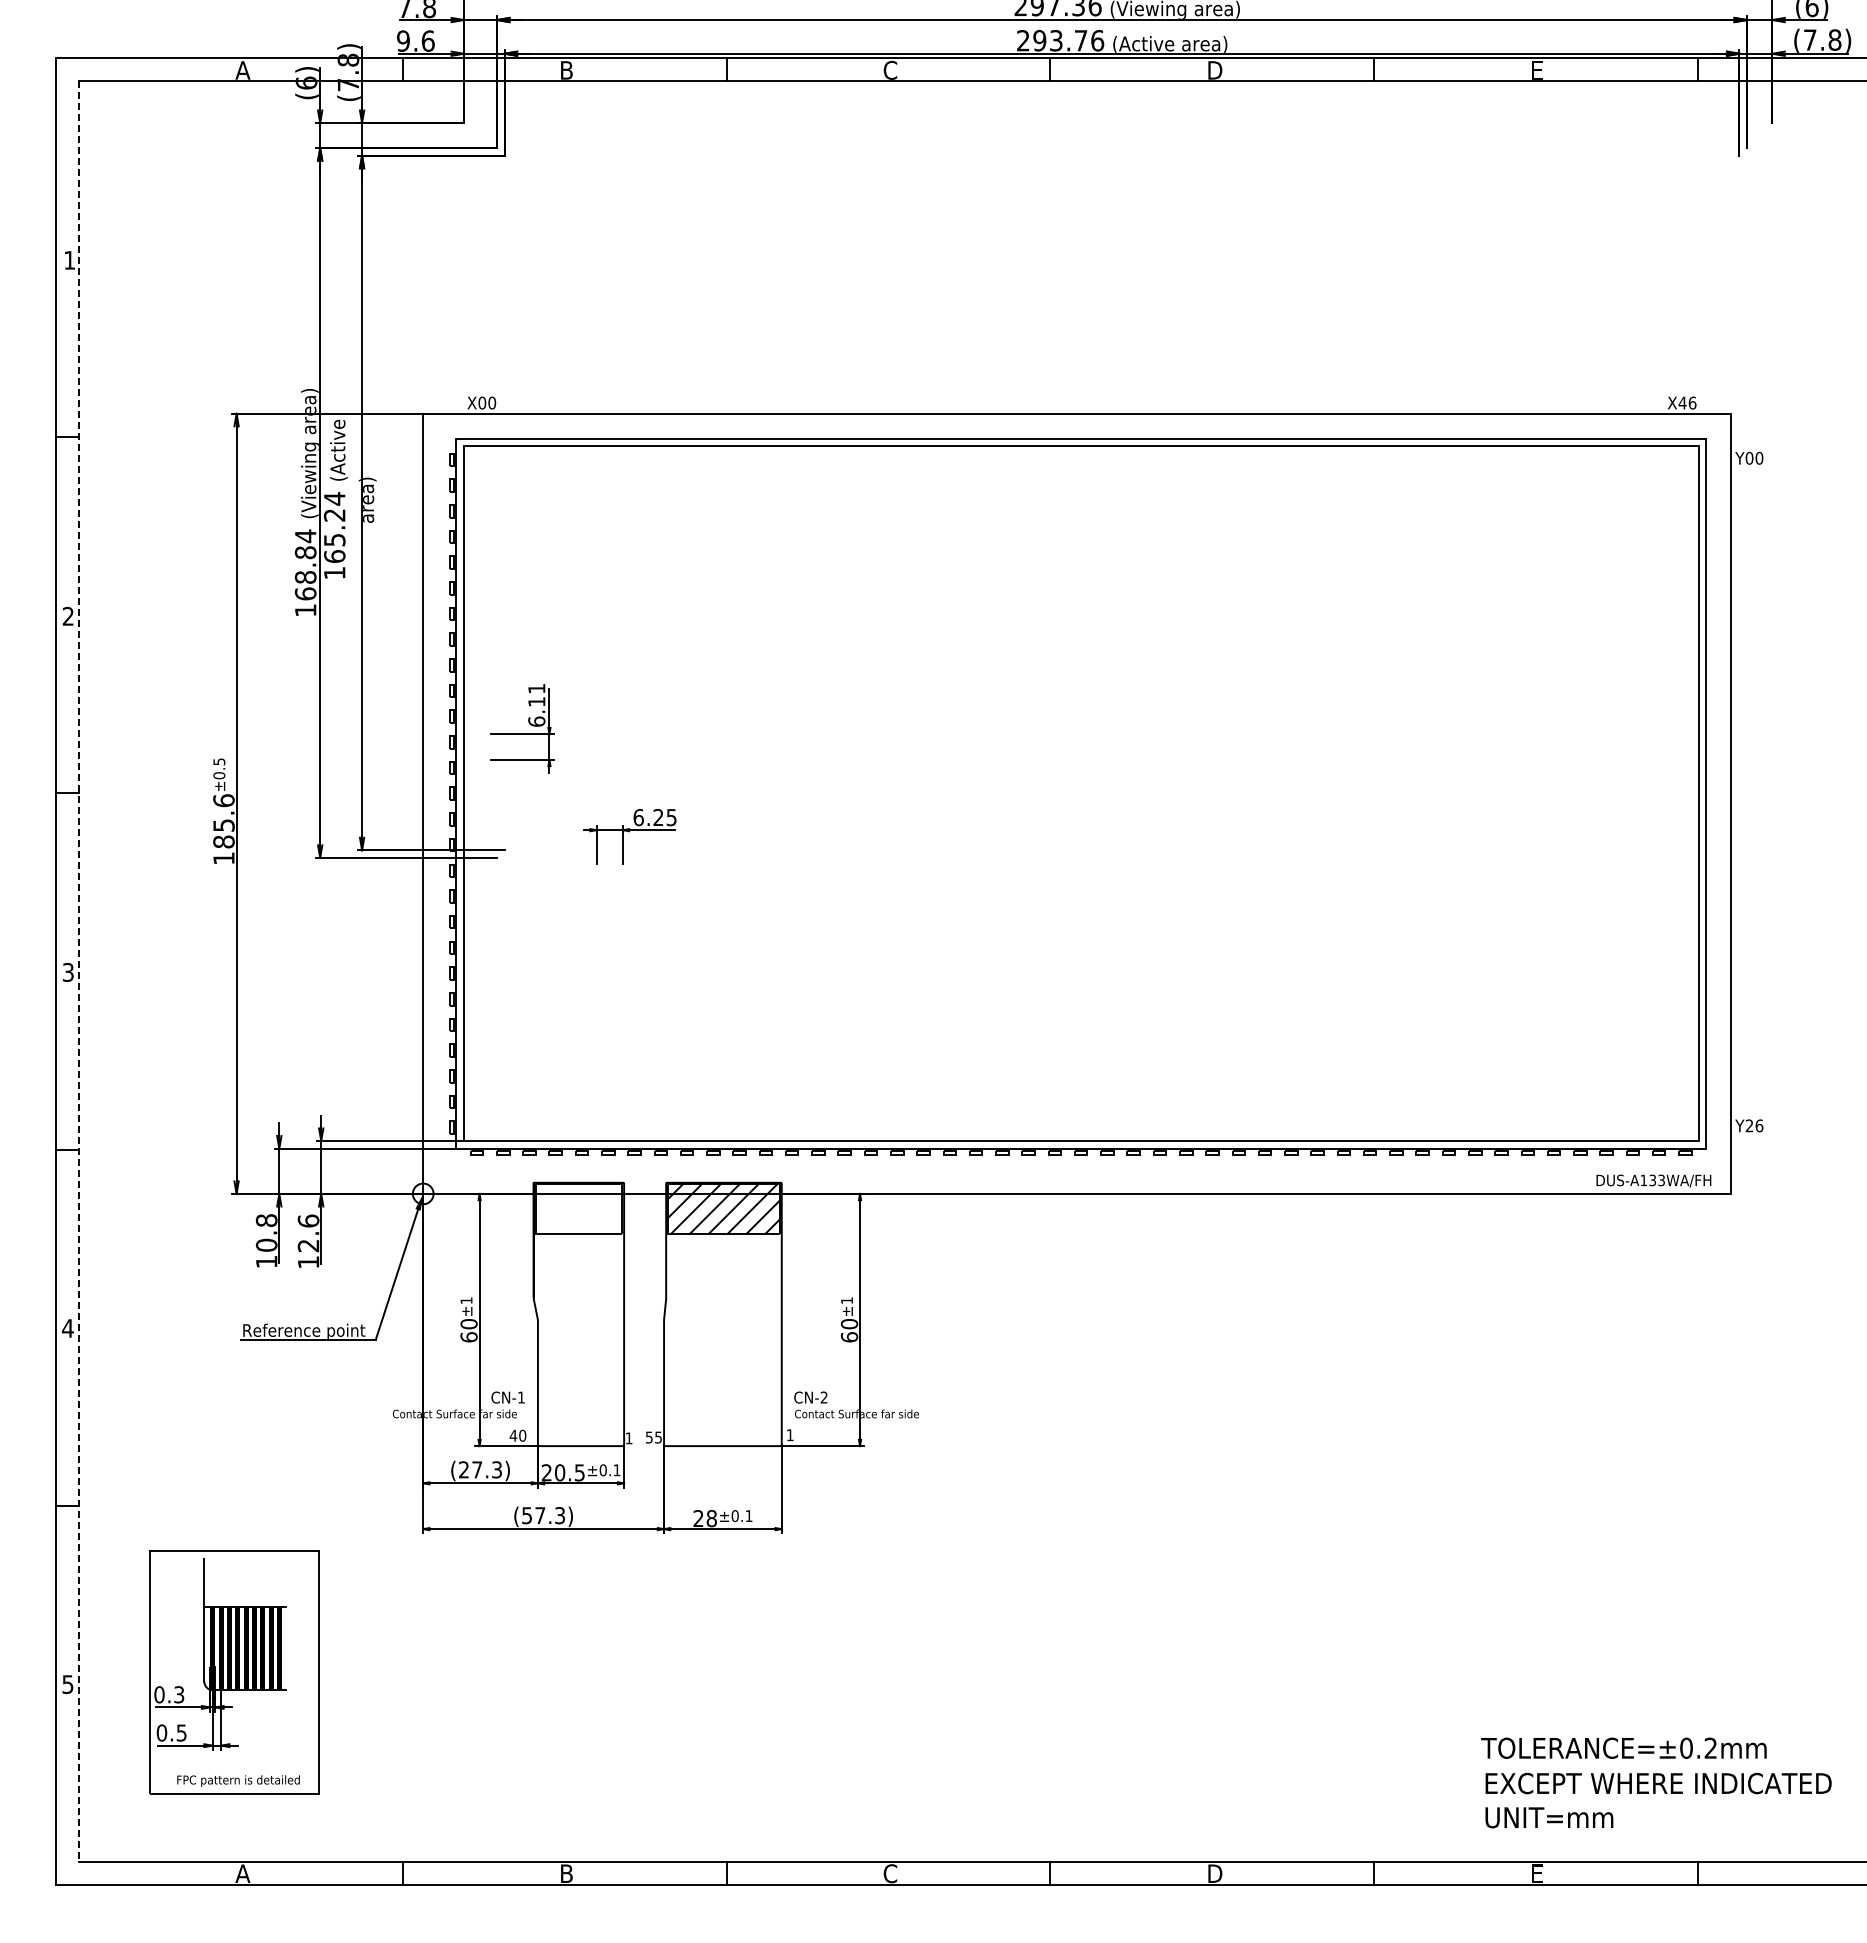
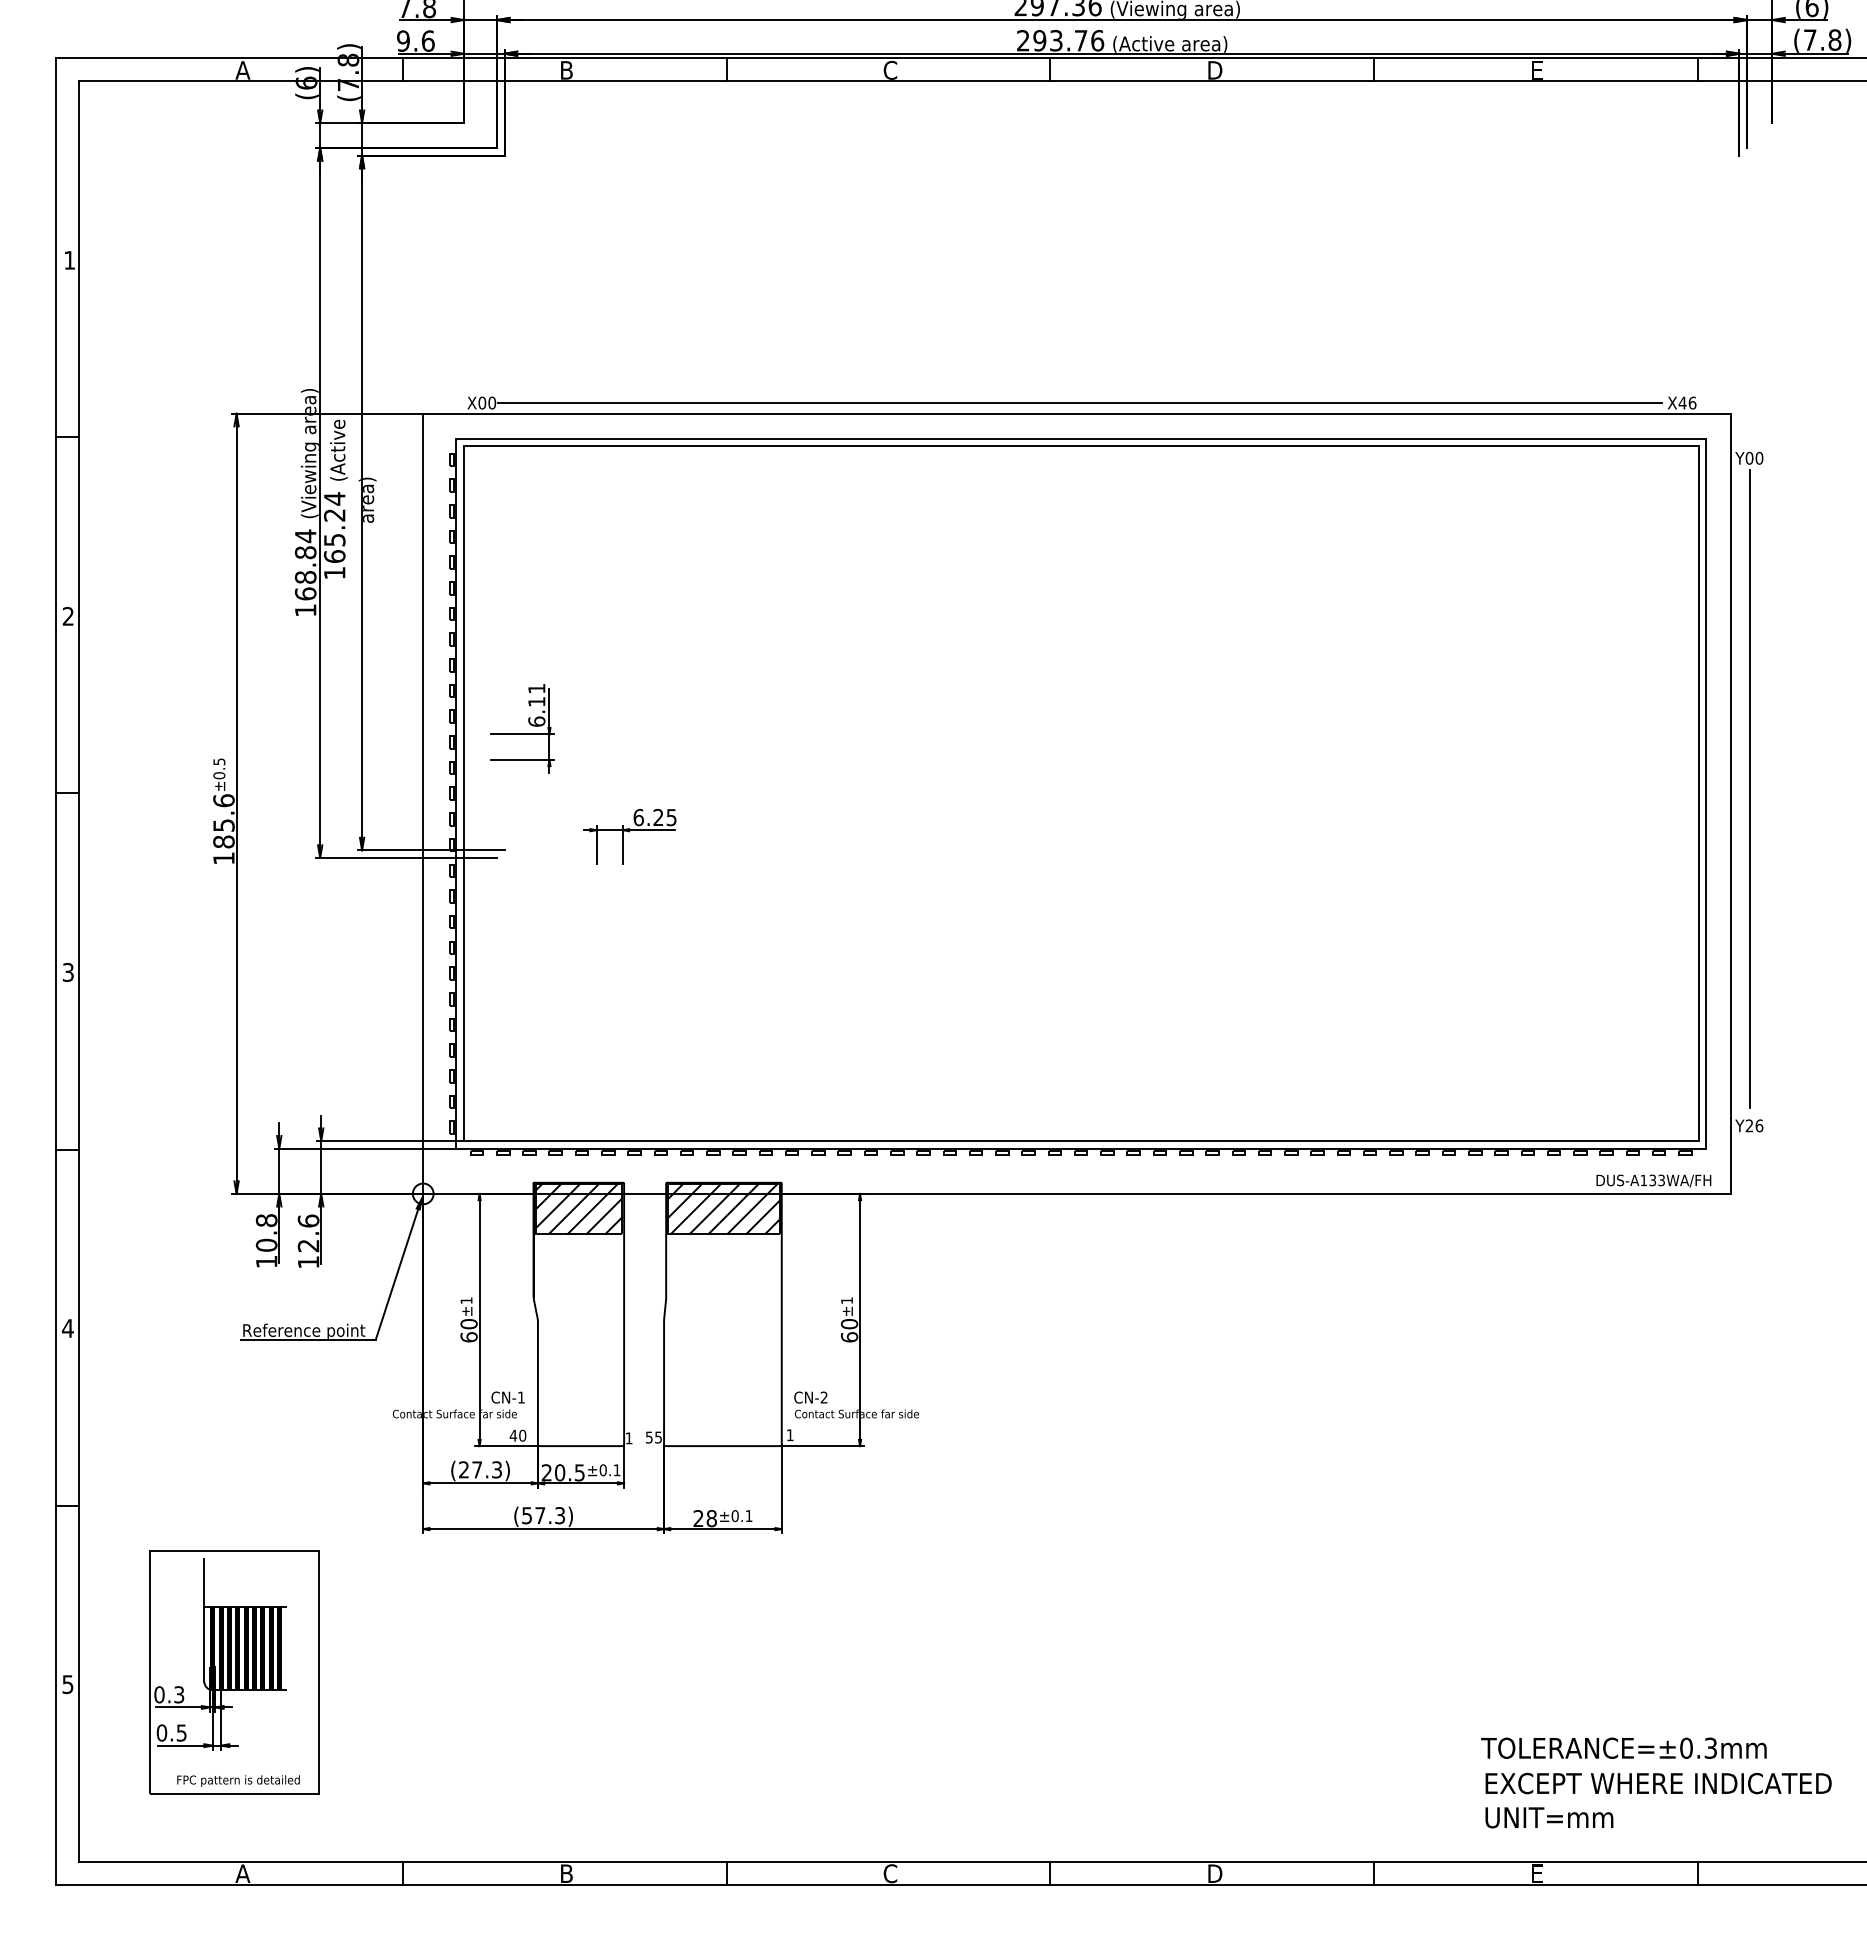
line at (1079, 403): none -> present
line at (1749, 788): none -> present
line at (79, 971): dashed -> solid
hatch at (578, 1209): none -> present
text at (1710, 1748): TOLERANCE=±0.2mm -> TOLERANCE=±0.3mm
